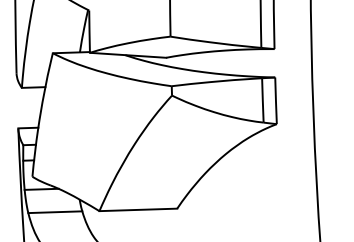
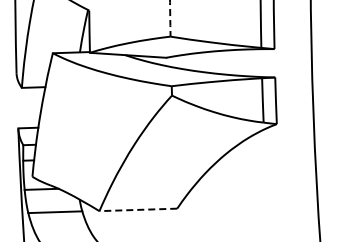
arc at (170, 18): solid -> dashed
line at (138, 209): solid -> dashed
